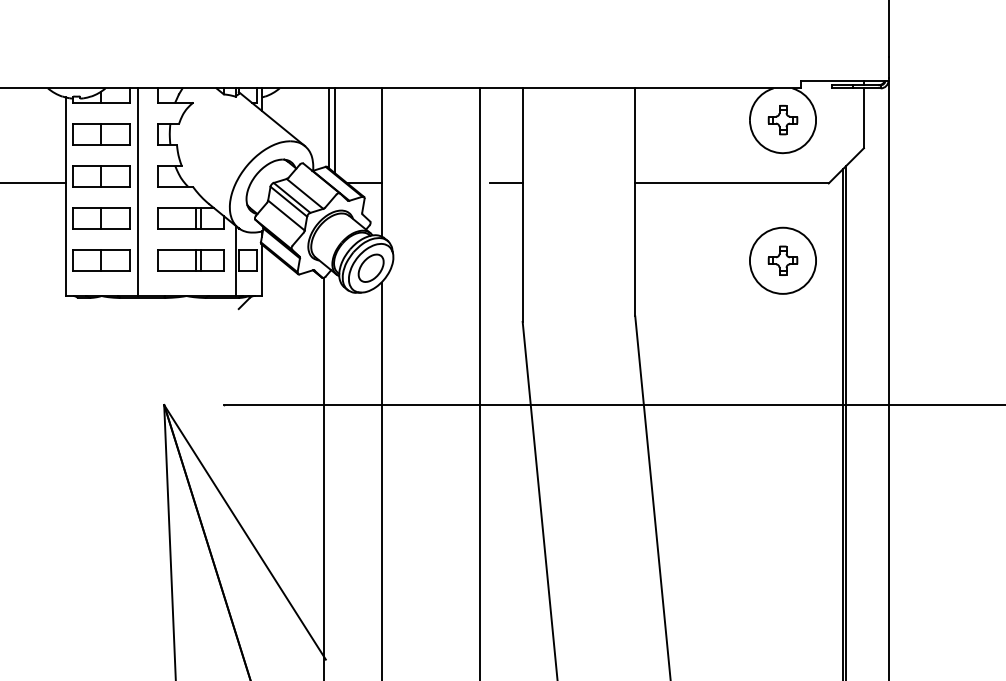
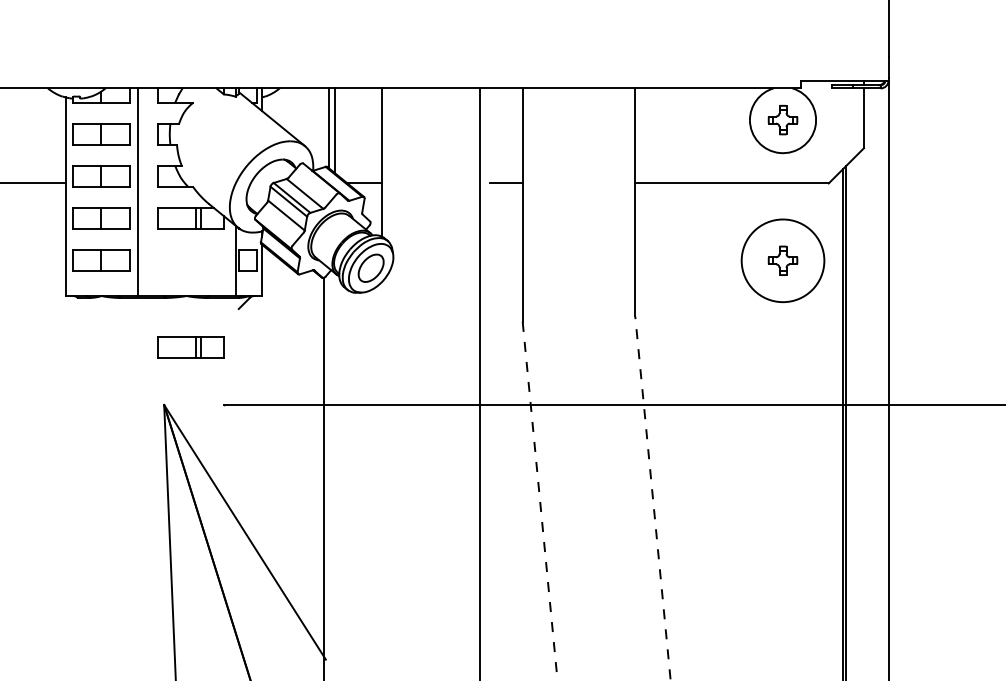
part at (190, 260) position: (190, 260) -> (190, 347)
circle at (782, 260) diameter: 66 px -> 83 px
line at (381, 480): present -> none
line at (652, 498): solid -> dashed
line at (540, 500): solid -> dashed
